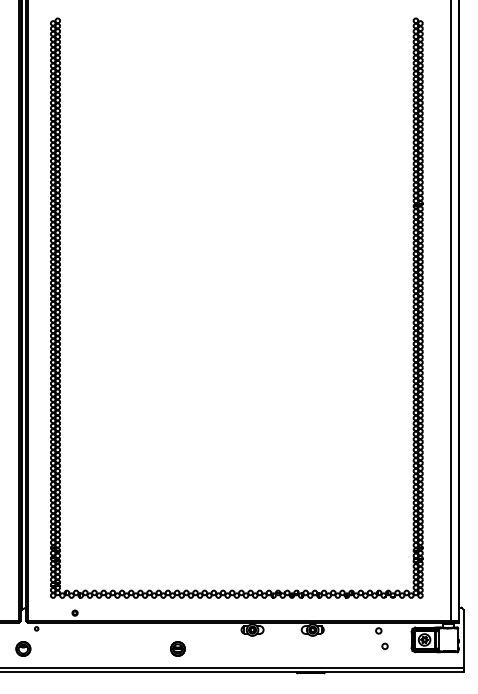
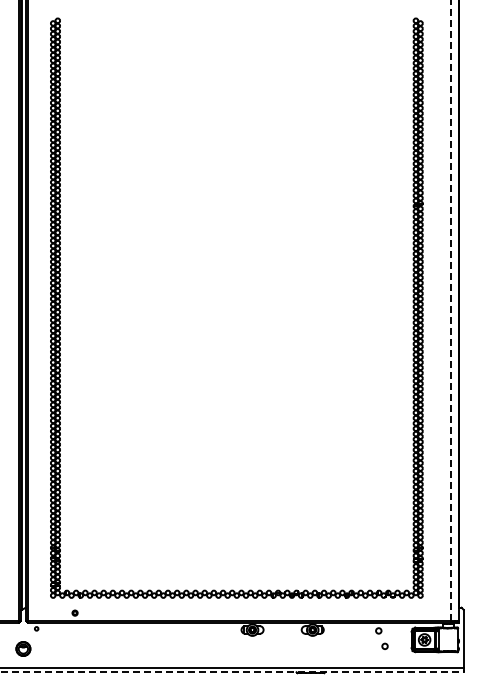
line at (451, 310): solid -> dashed
part at (177, 648): present -> none
line at (232, 672): solid -> dashed
